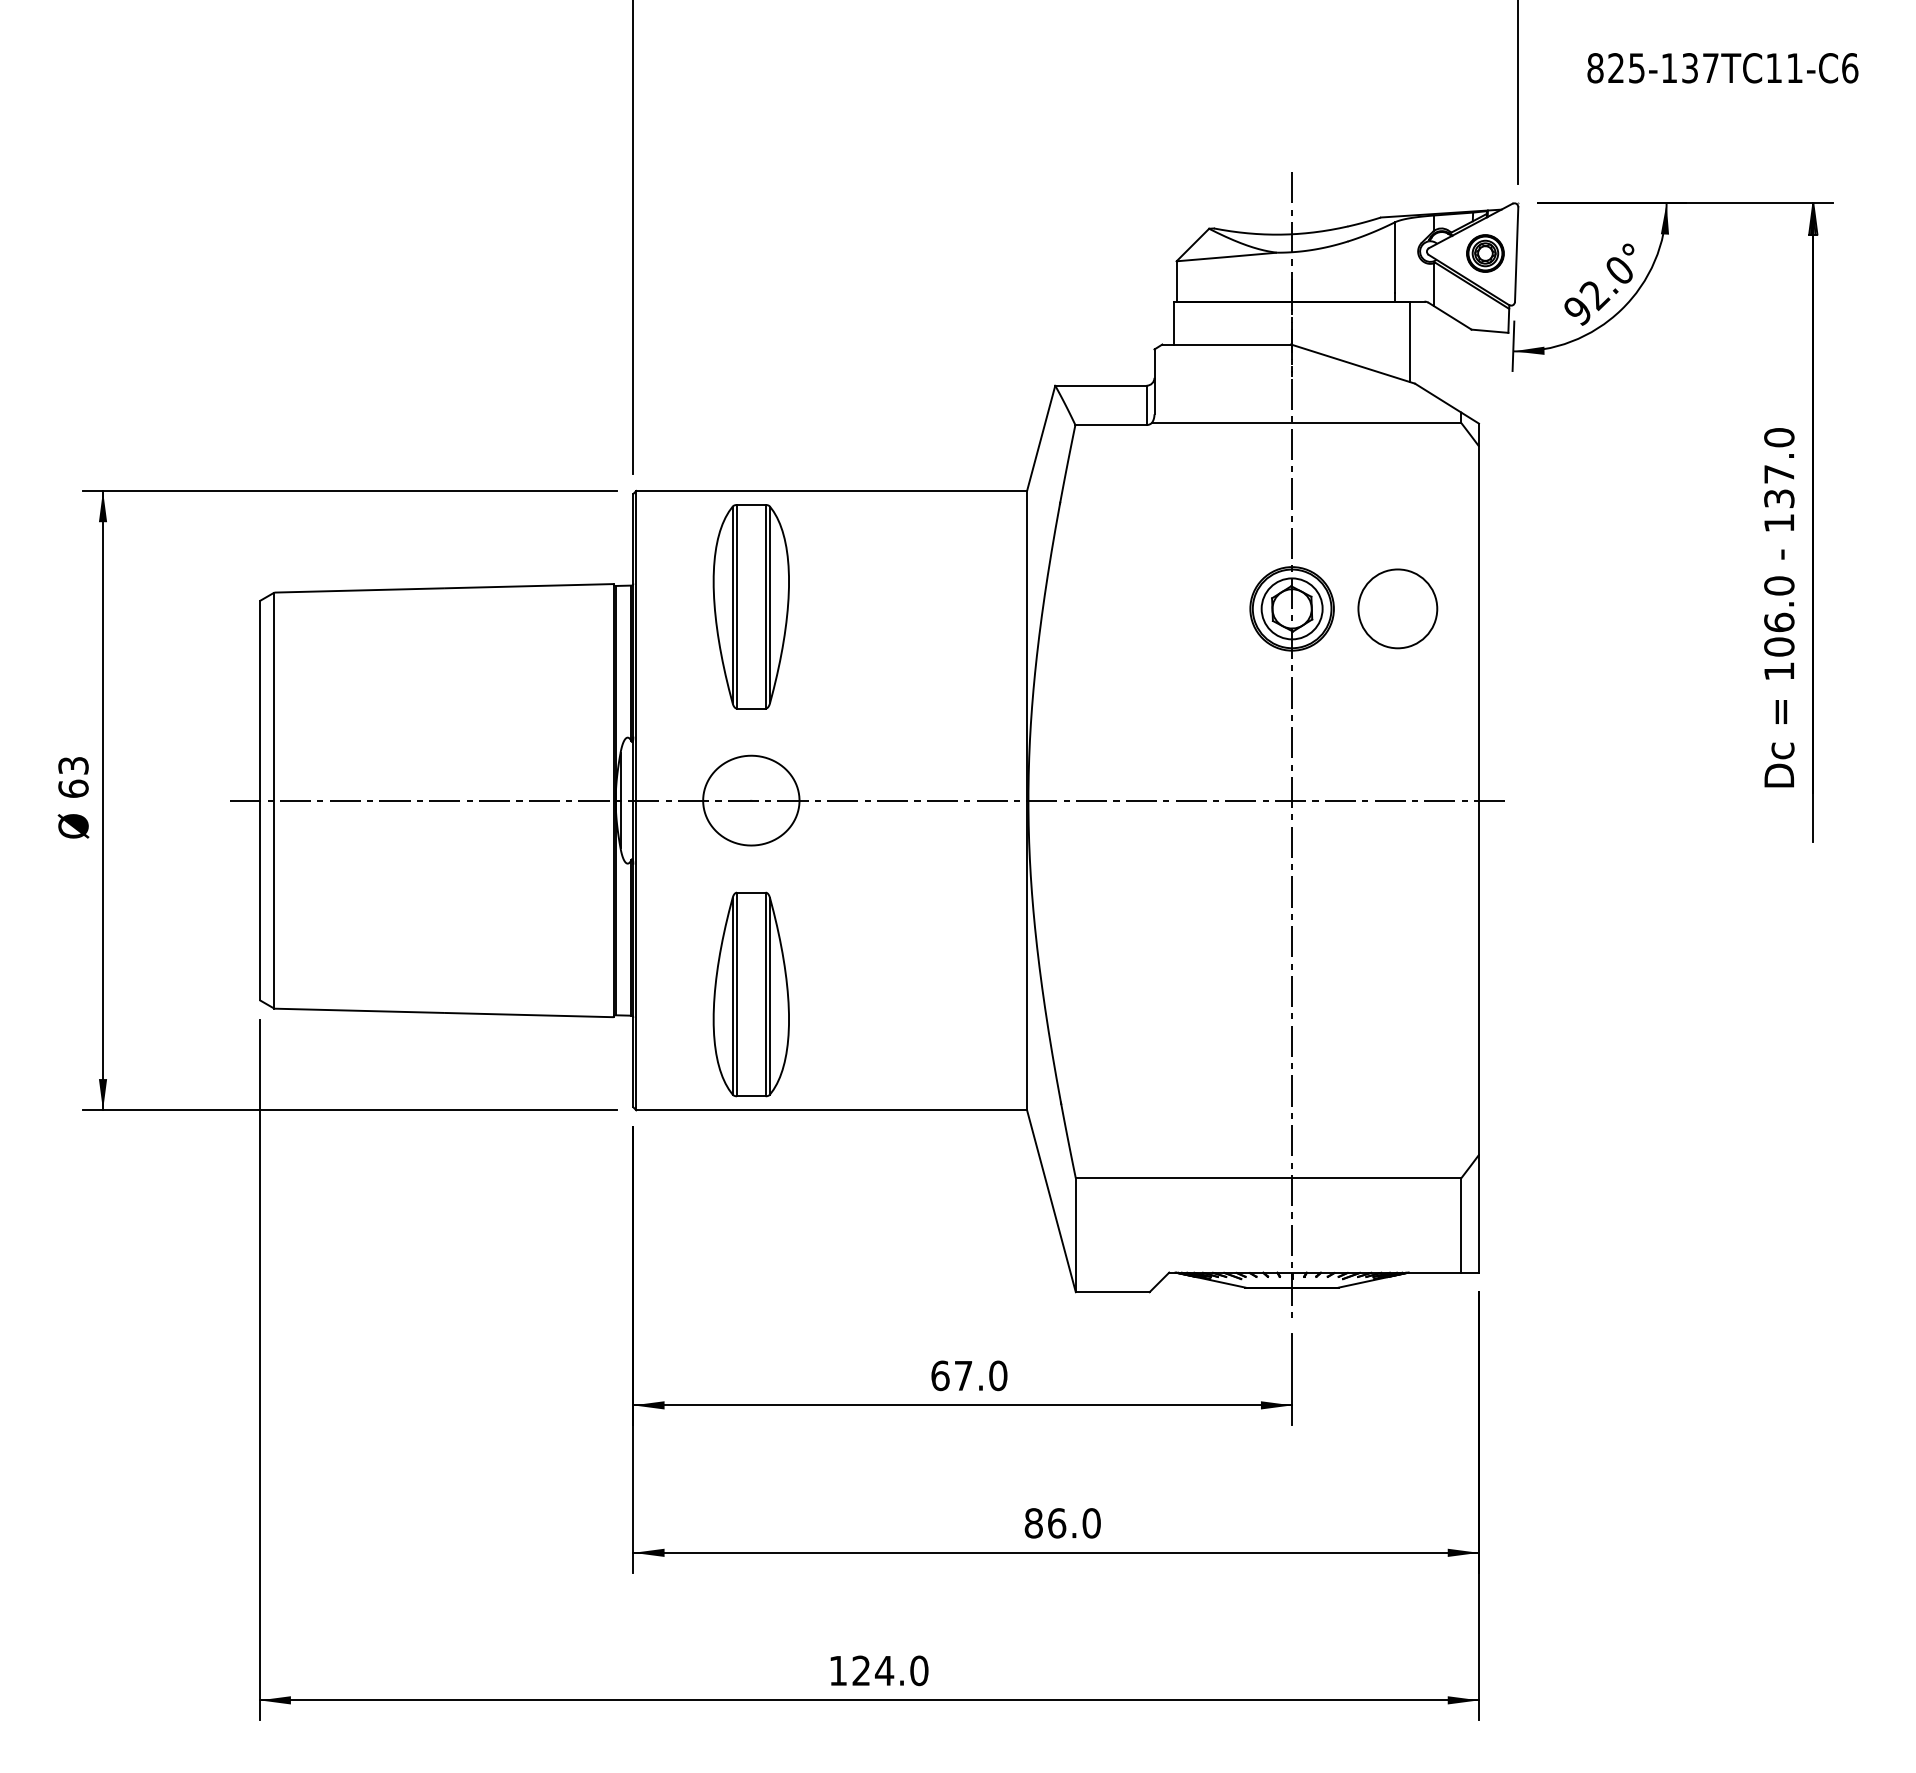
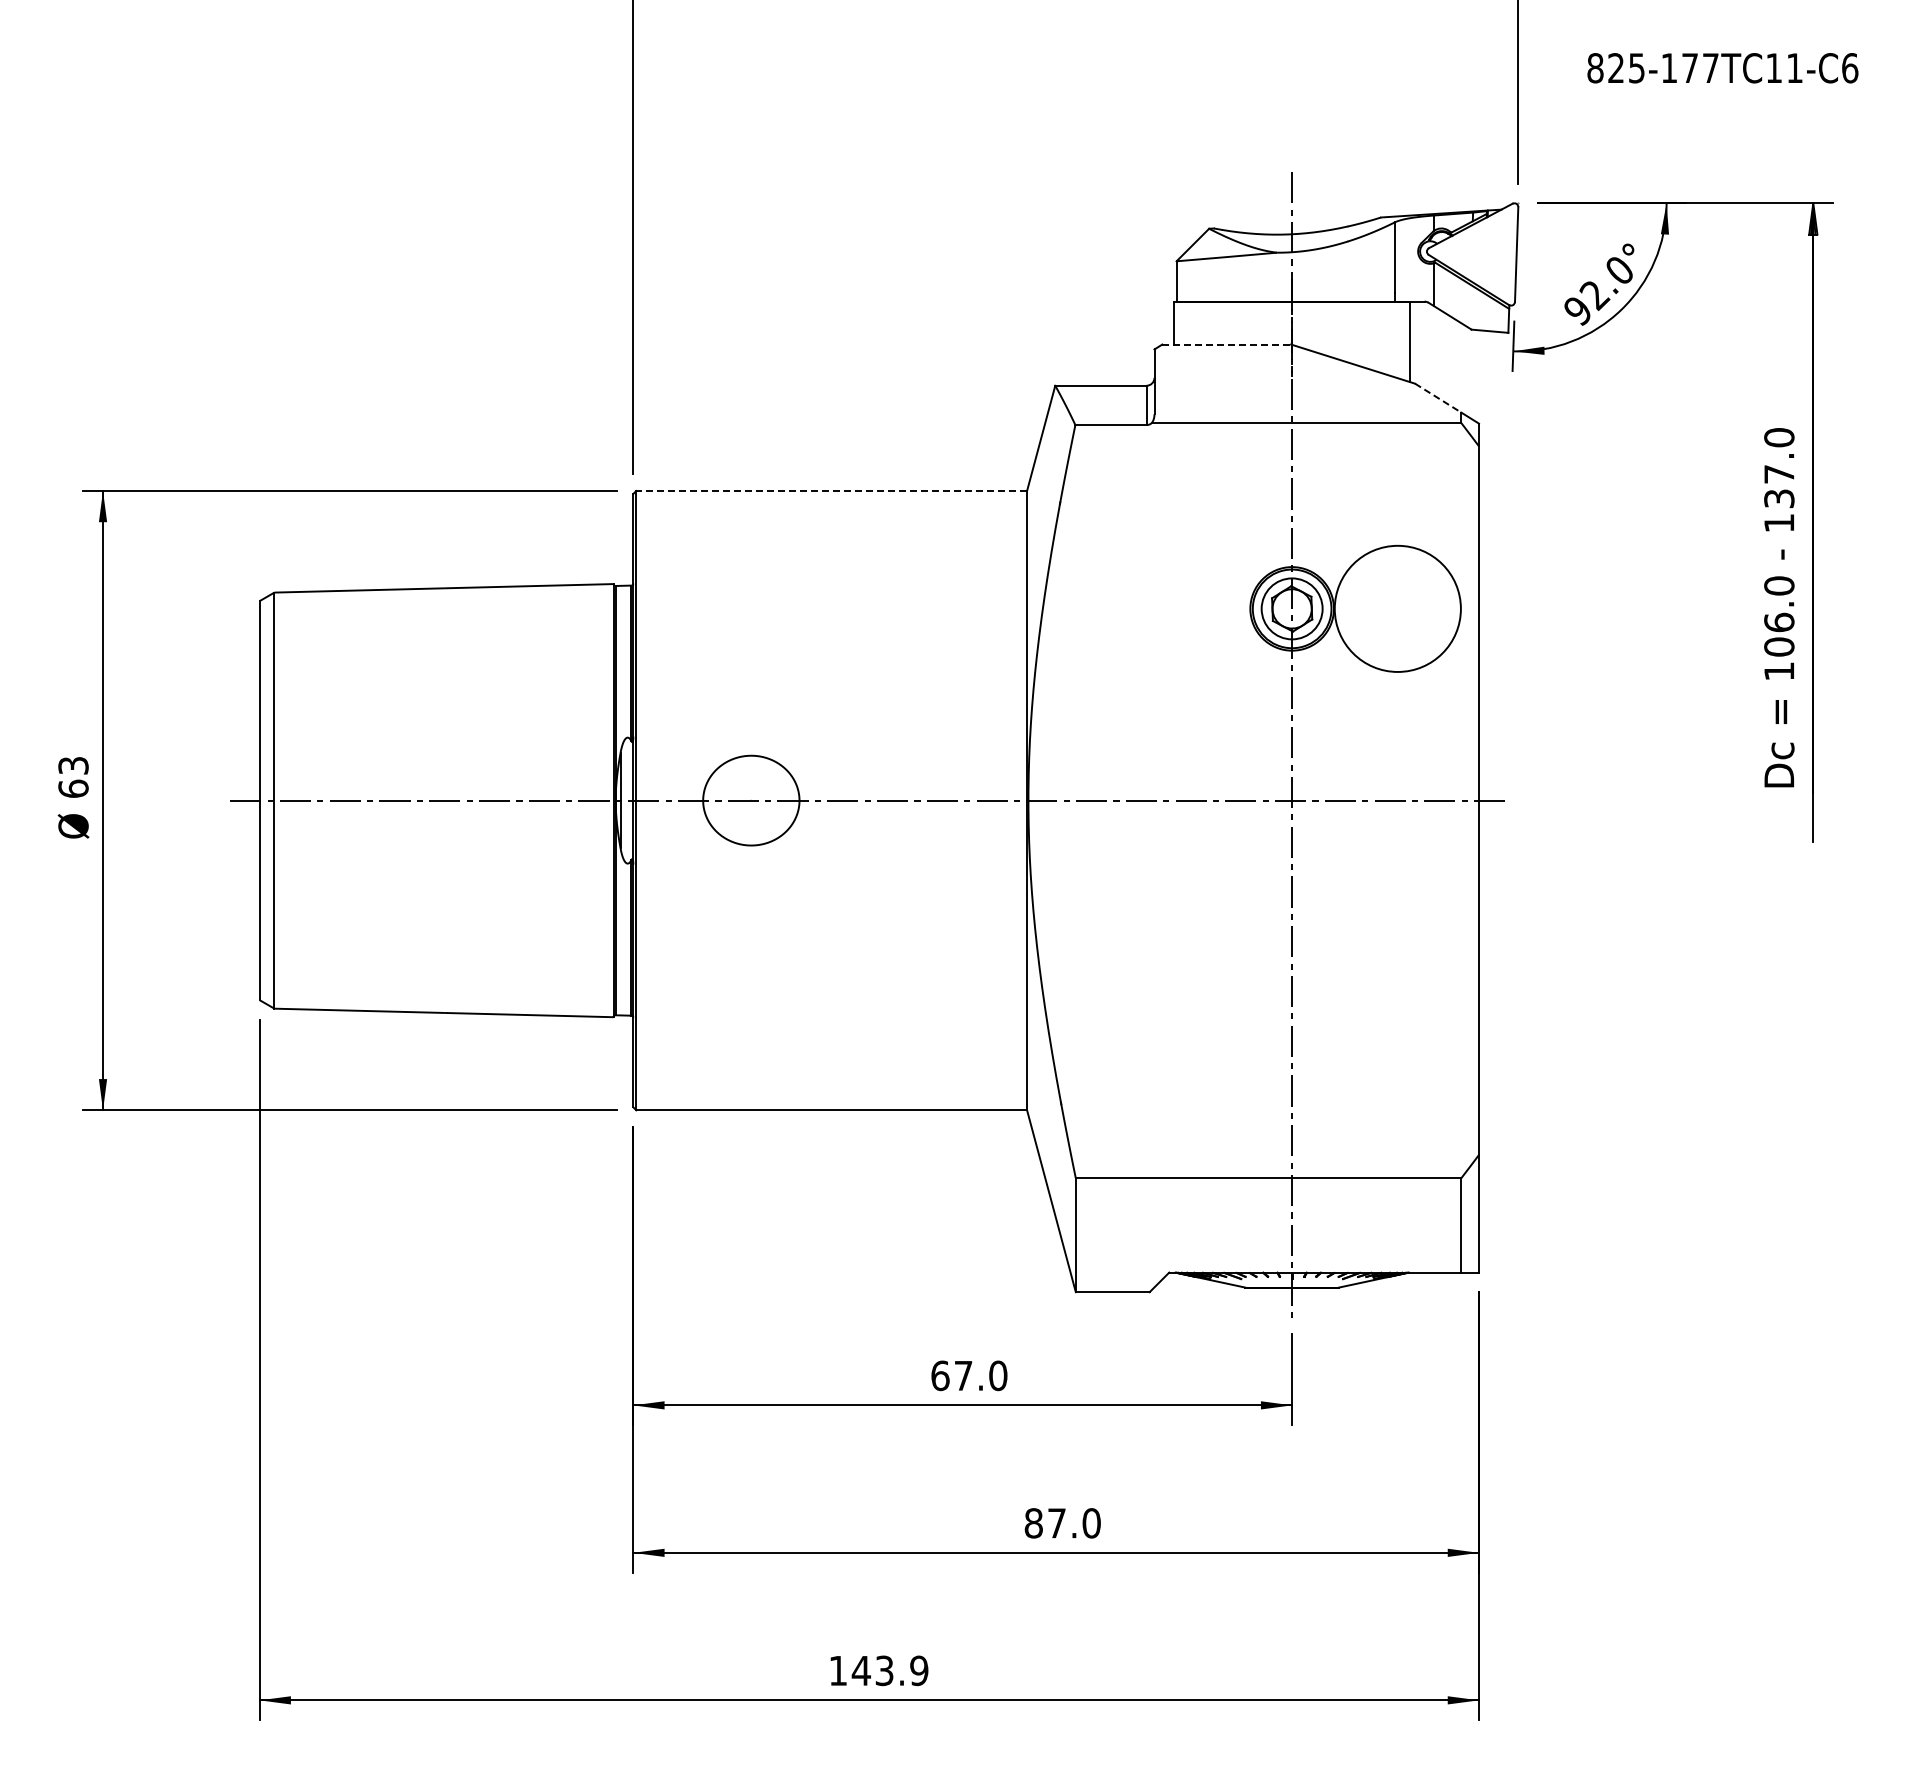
text at (1689, 68): 825-137TC11-C6 -> 825-177TC11-C6
part at (1485, 253): present -> none
line at (1227, 344): solid -> dashed
line at (1438, 398): solid -> dashed
line at (831, 490): solid -> dashed
part at (750, 606): present -> none
circle at (1397, 608) diameter: 79 px -> 126 px
part at (750, 994): present -> none
text at (1057, 1523): 86.0 -> 87.0
text at (889, 1670): 124.0 -> 143.9
